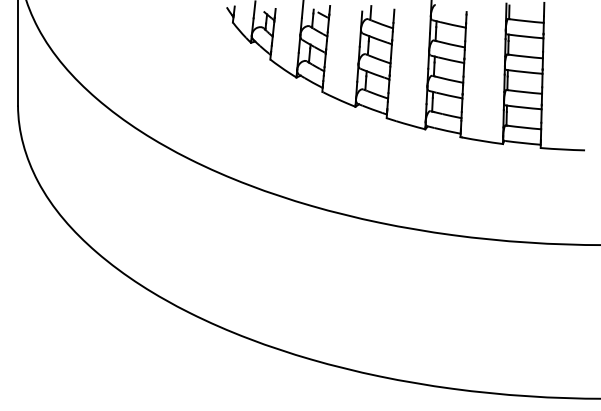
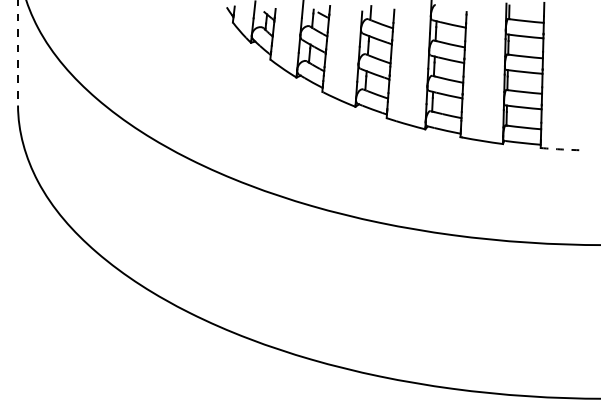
line at (18, 53): solid -> dashed
arc at (562, 149): solid -> dashed
